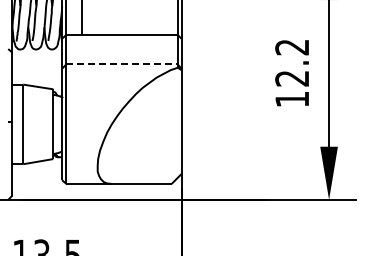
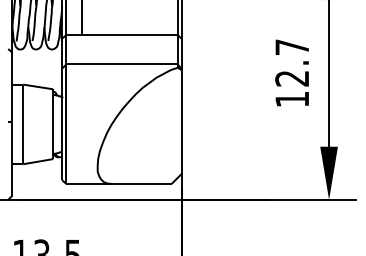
text at (291, 47): 12.2 -> 12.7
line at (122, 64): dashed -> solid
